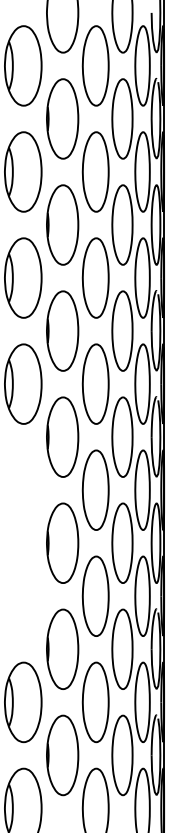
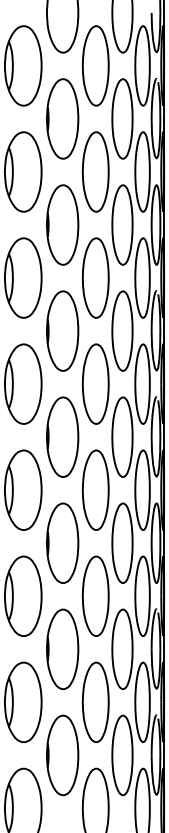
part at (23, 489): none -> present
part at (23, 595): none -> present
